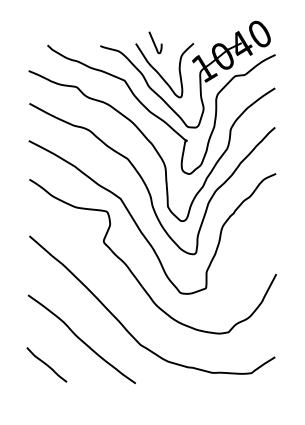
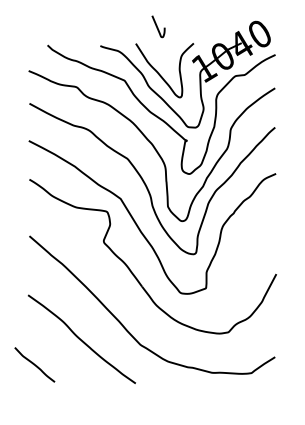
curve at (154, 42) position: (154, 42) -> (157, 26)
curve at (46, 364) position: (46, 364) -> (34, 364)
